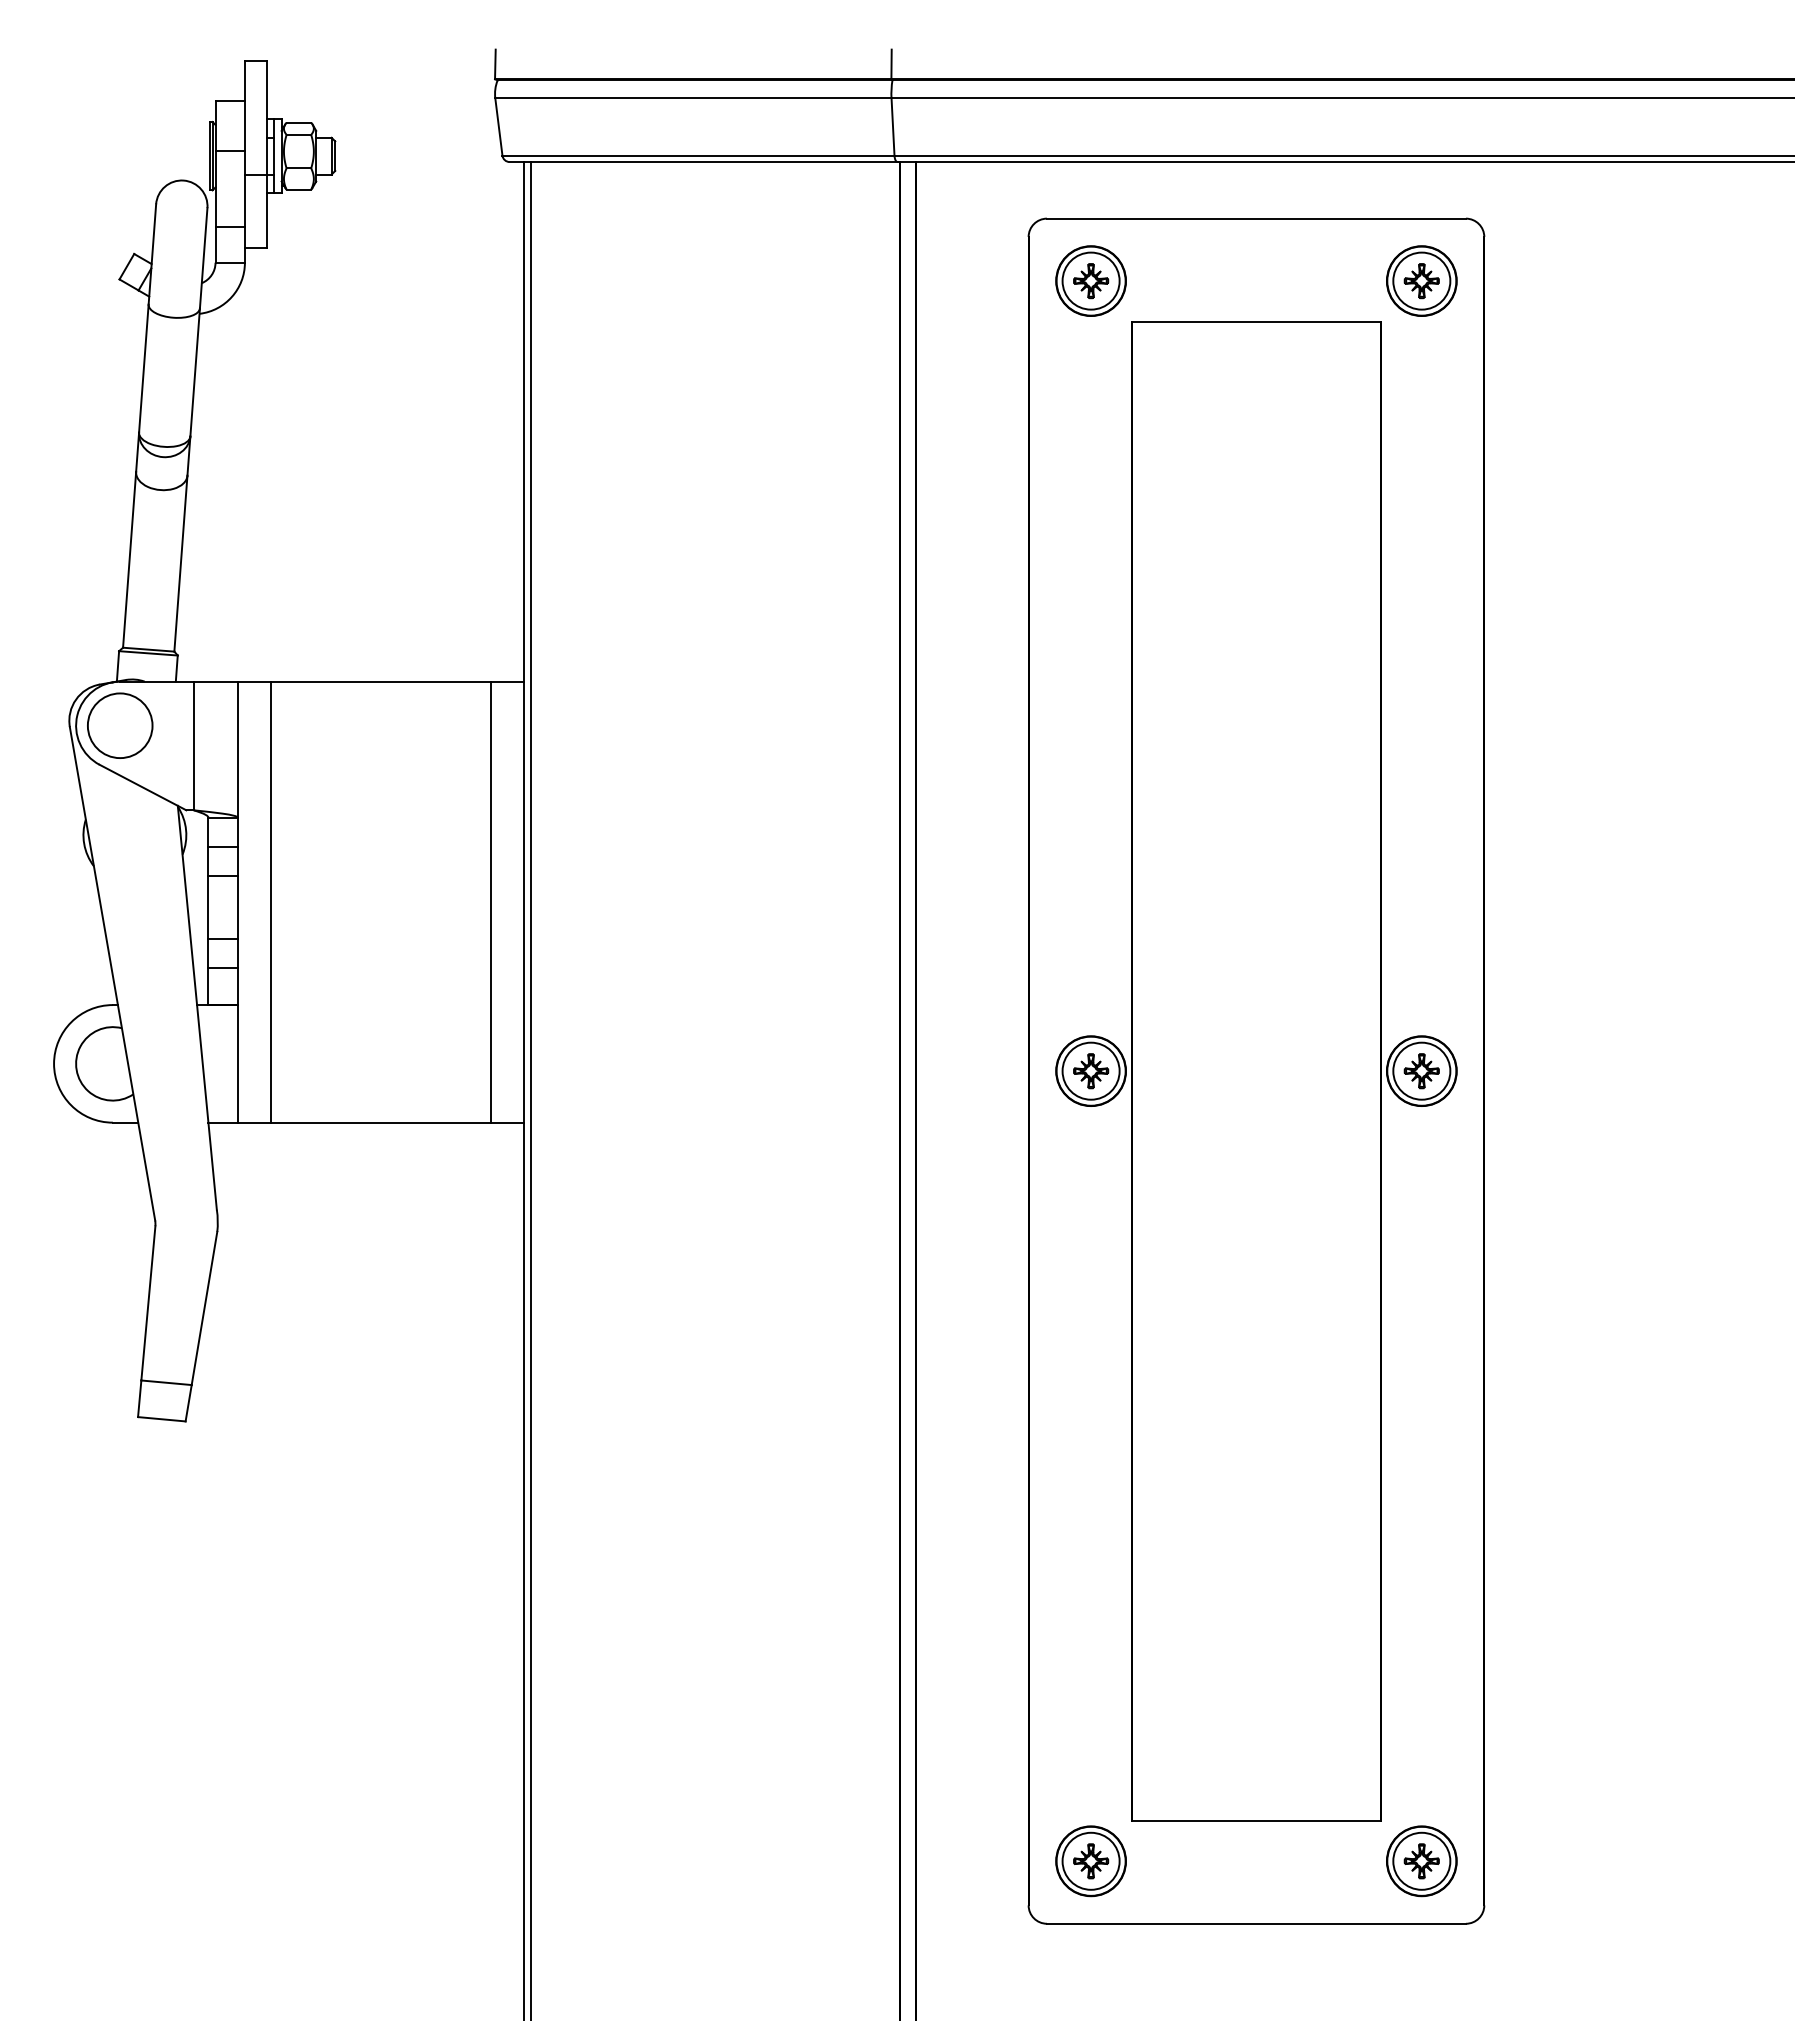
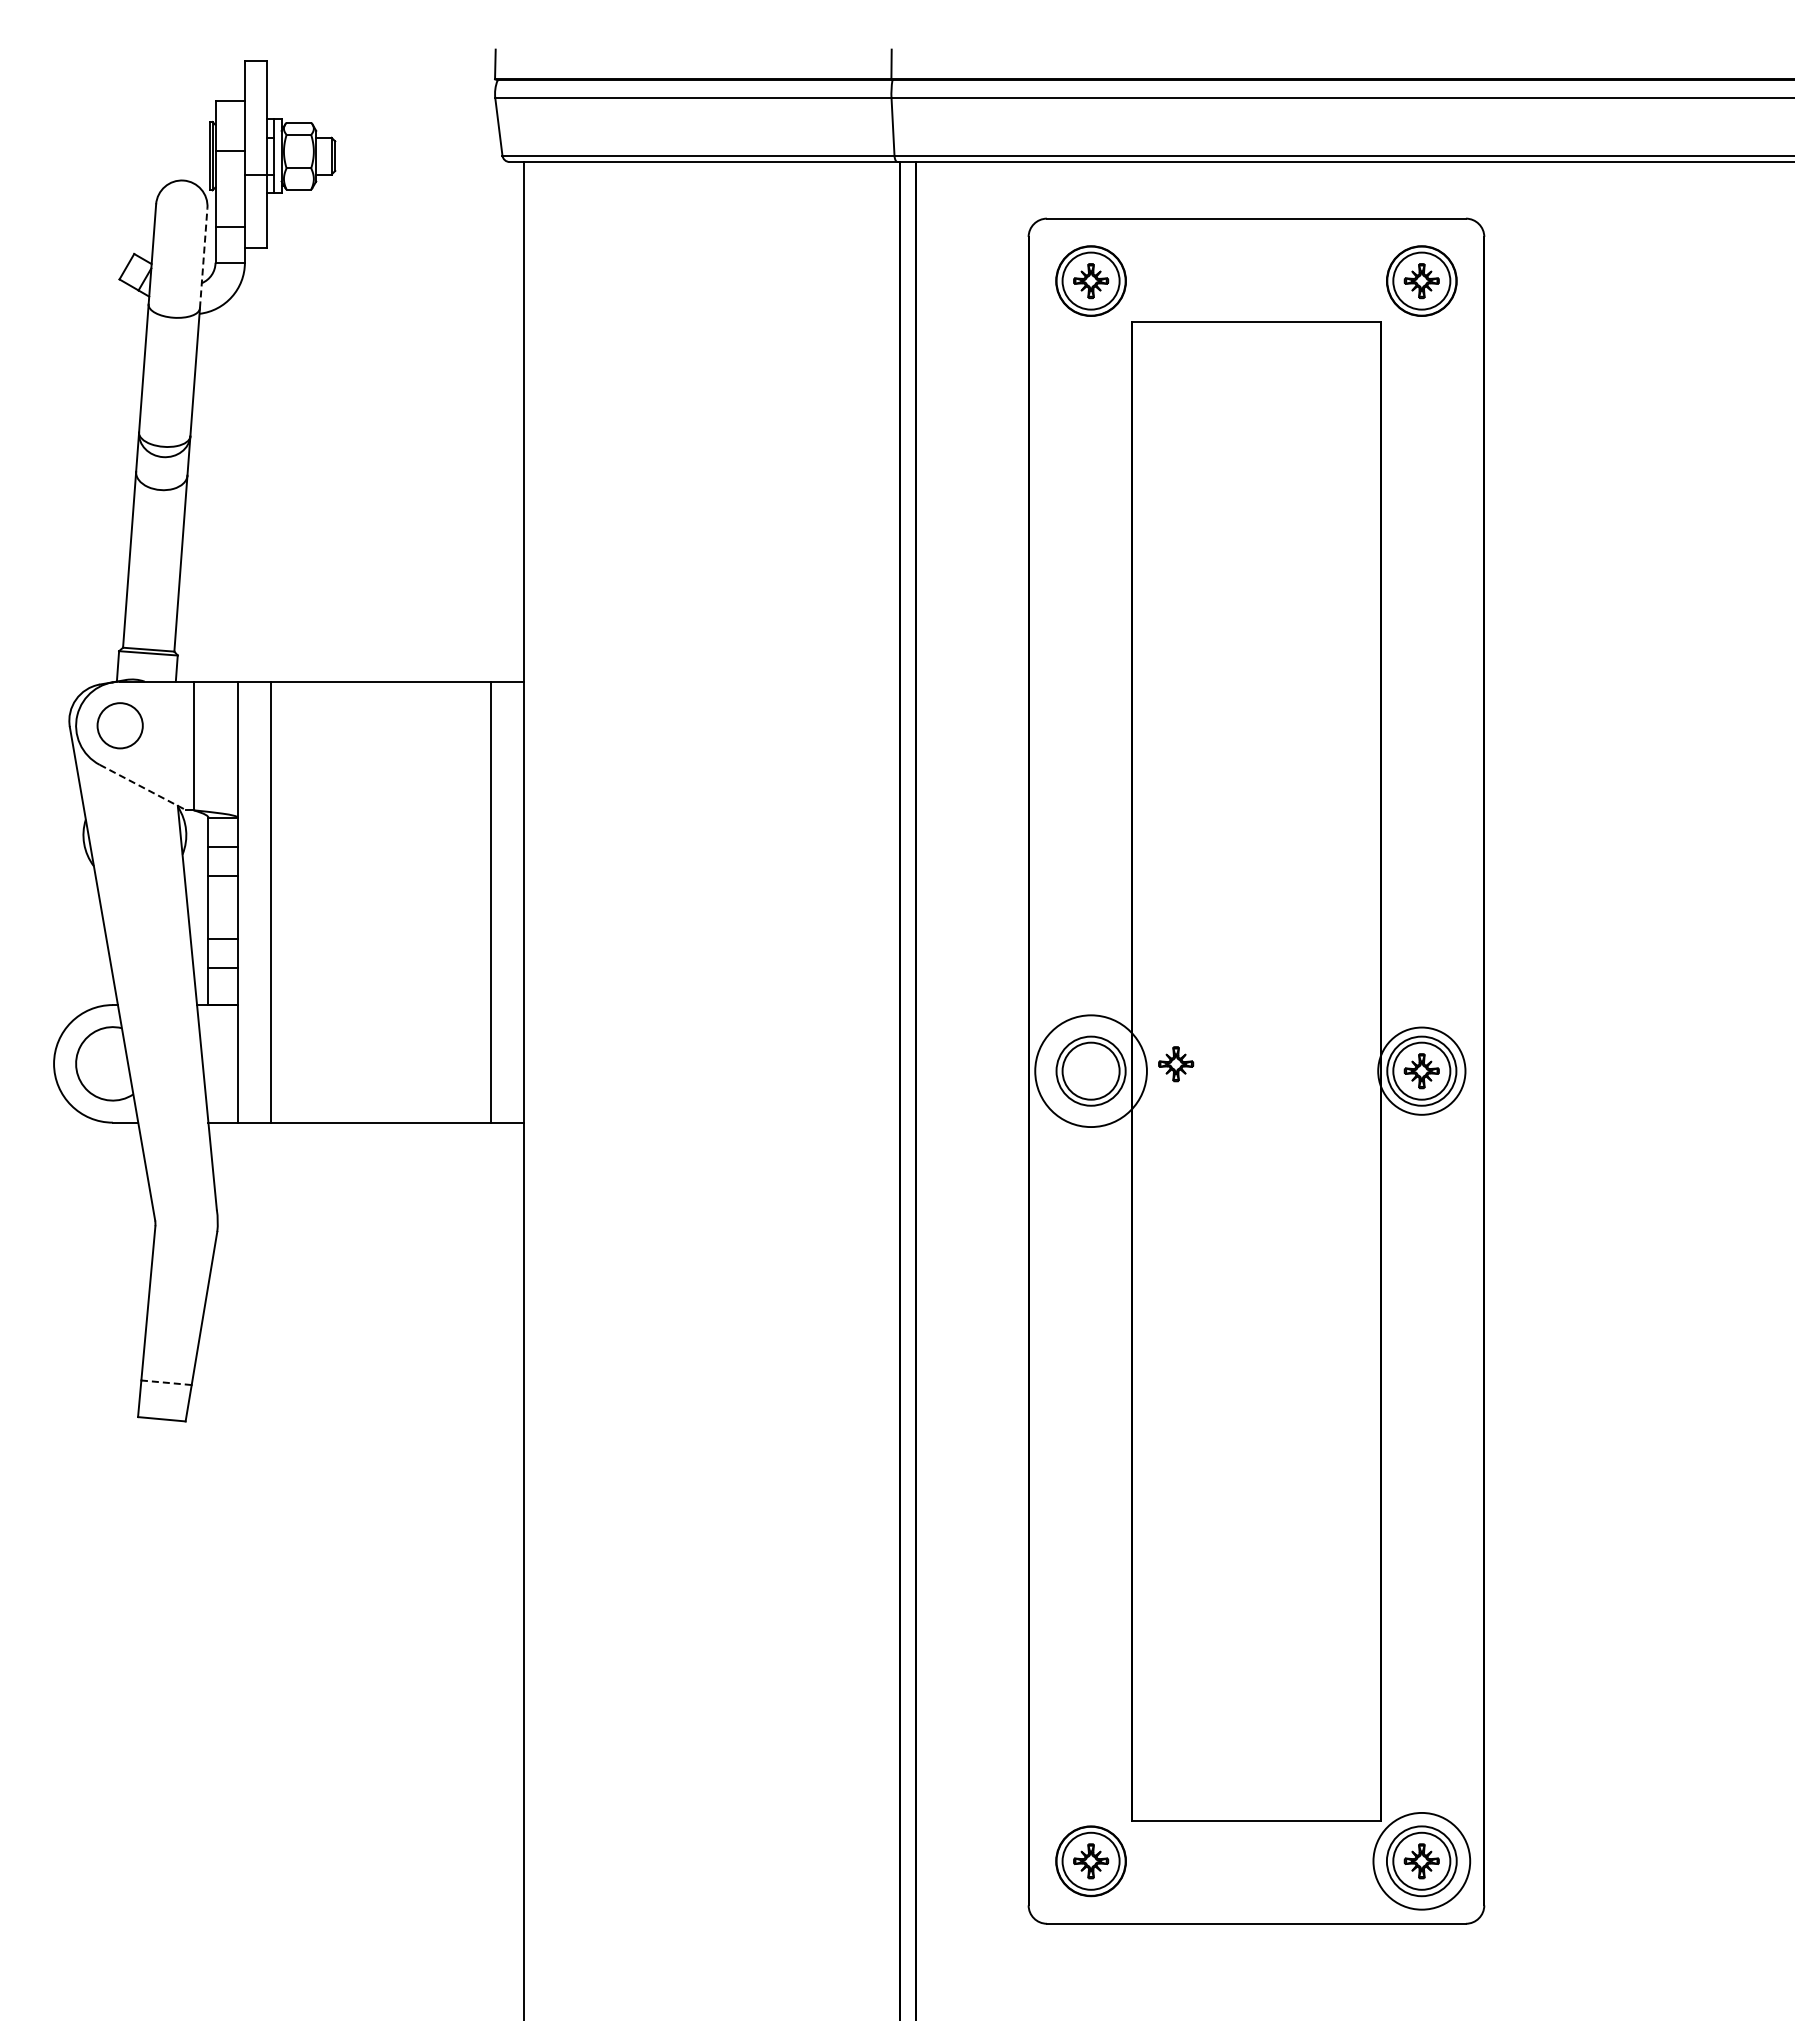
line at (203, 257): solid -> dashed
circle at (119, 725) diameter: 65 px -> 45 px
line at (143, 787): solid -> dashed
circle at (1091, 1071) diameter: 70 px -> 112 px
part at (1091, 1071) position: (1091, 1071) -> (1176, 1064)
circle at (1421, 1071) diameter: 70 px -> 87 px
line at (530, 1089): present -> none
line at (166, 1382): solid -> dashed
circle at (1421, 1860) diameter: 69 px -> 97 px
